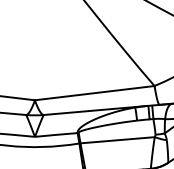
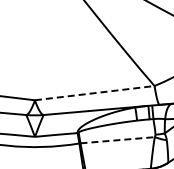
line at (95, 93): solid -> dashed
line at (118, 140): solid -> dashed
